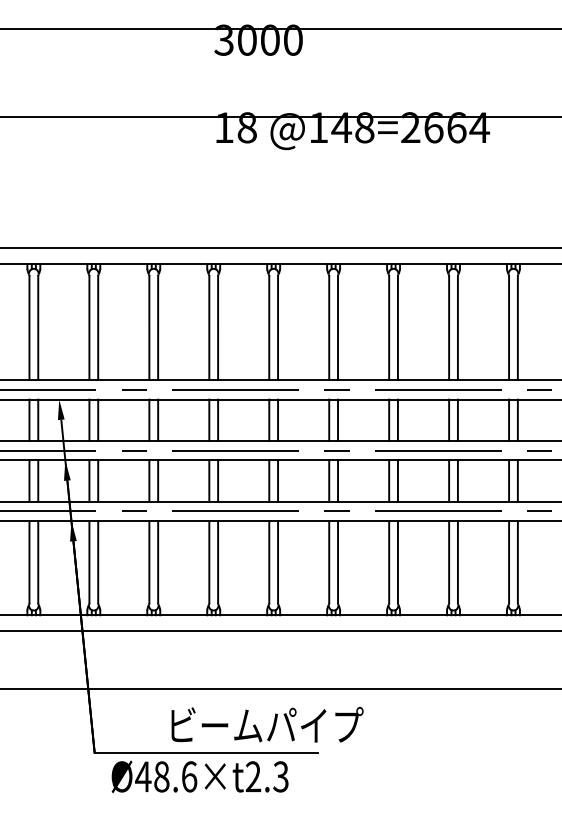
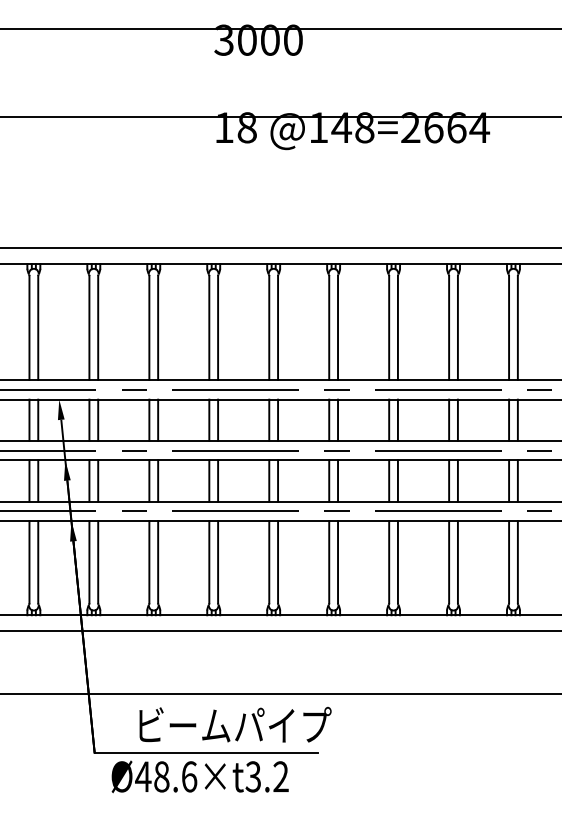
line at (280, 688) position: (280, 688) -> (280, 693)
text at (267, 724) position: (267, 724) -> (235, 724)
text at (266, 776): Ø48.6×t2.3 -> Ø48.6×t3.2
